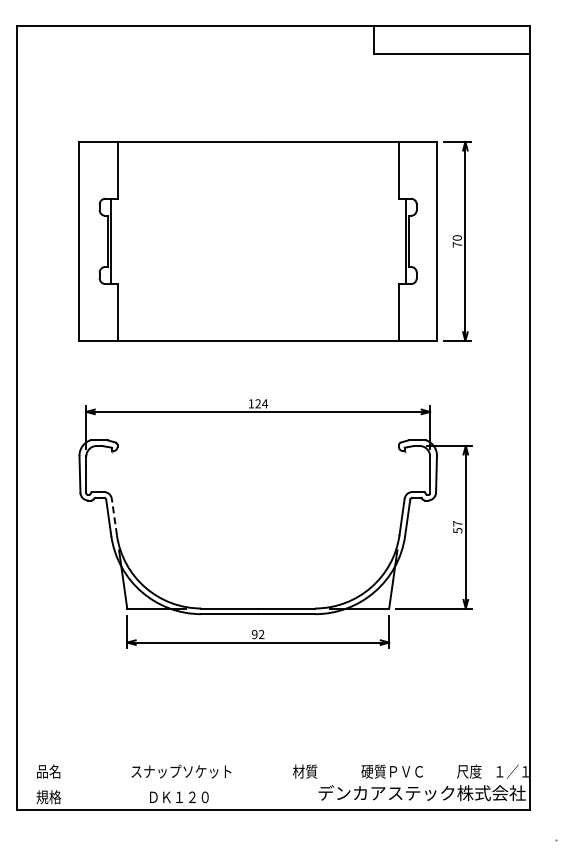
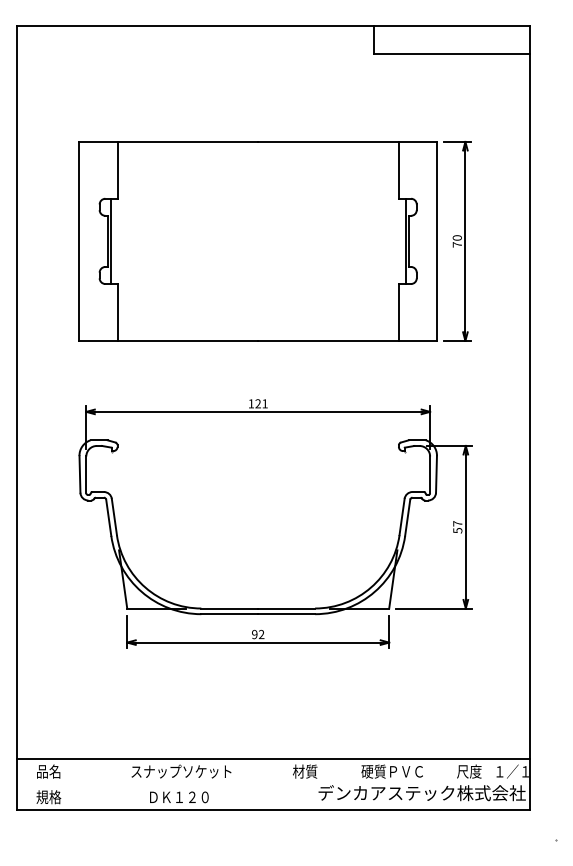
text at (265, 403): 124 -> 121
line at (114, 516): dashed -> solid
line at (273, 759): none -> present
